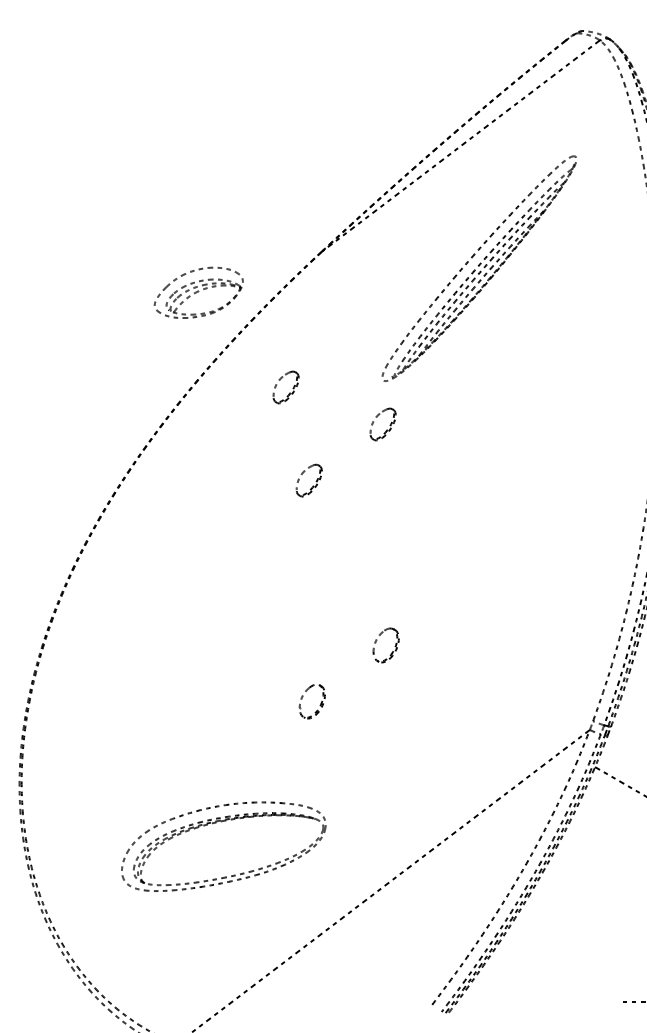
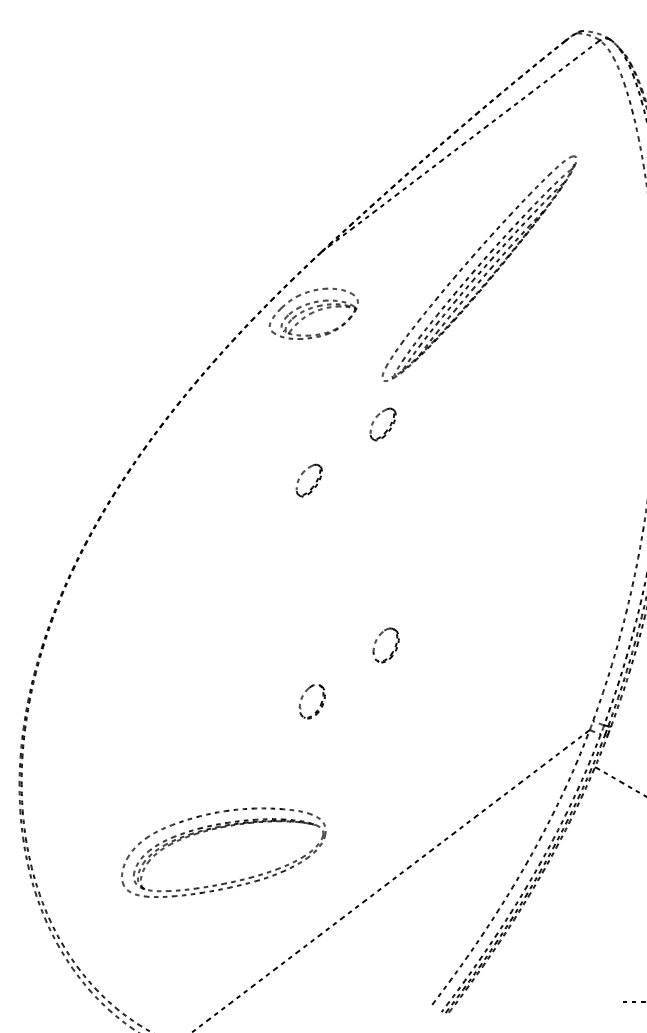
part at (198, 292) position: (198, 292) -> (313, 313)
part at (289, 392): present -> none
part at (216, 823) position: (216, 823) -> (216, 829)
